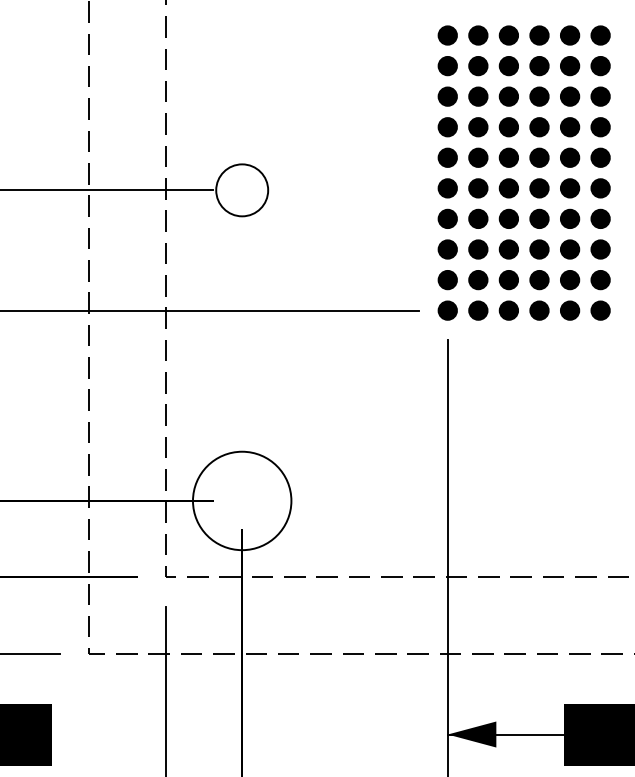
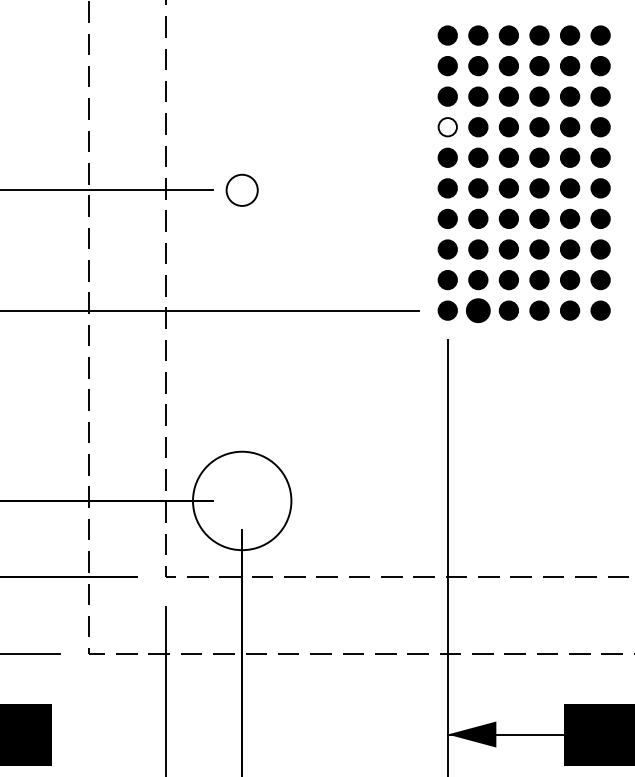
fill at (447, 127): present -> none
circle at (242, 190) diameter: 52 px -> 31 px
part at (478, 310) size: 21x21 px -> 25x25 px
